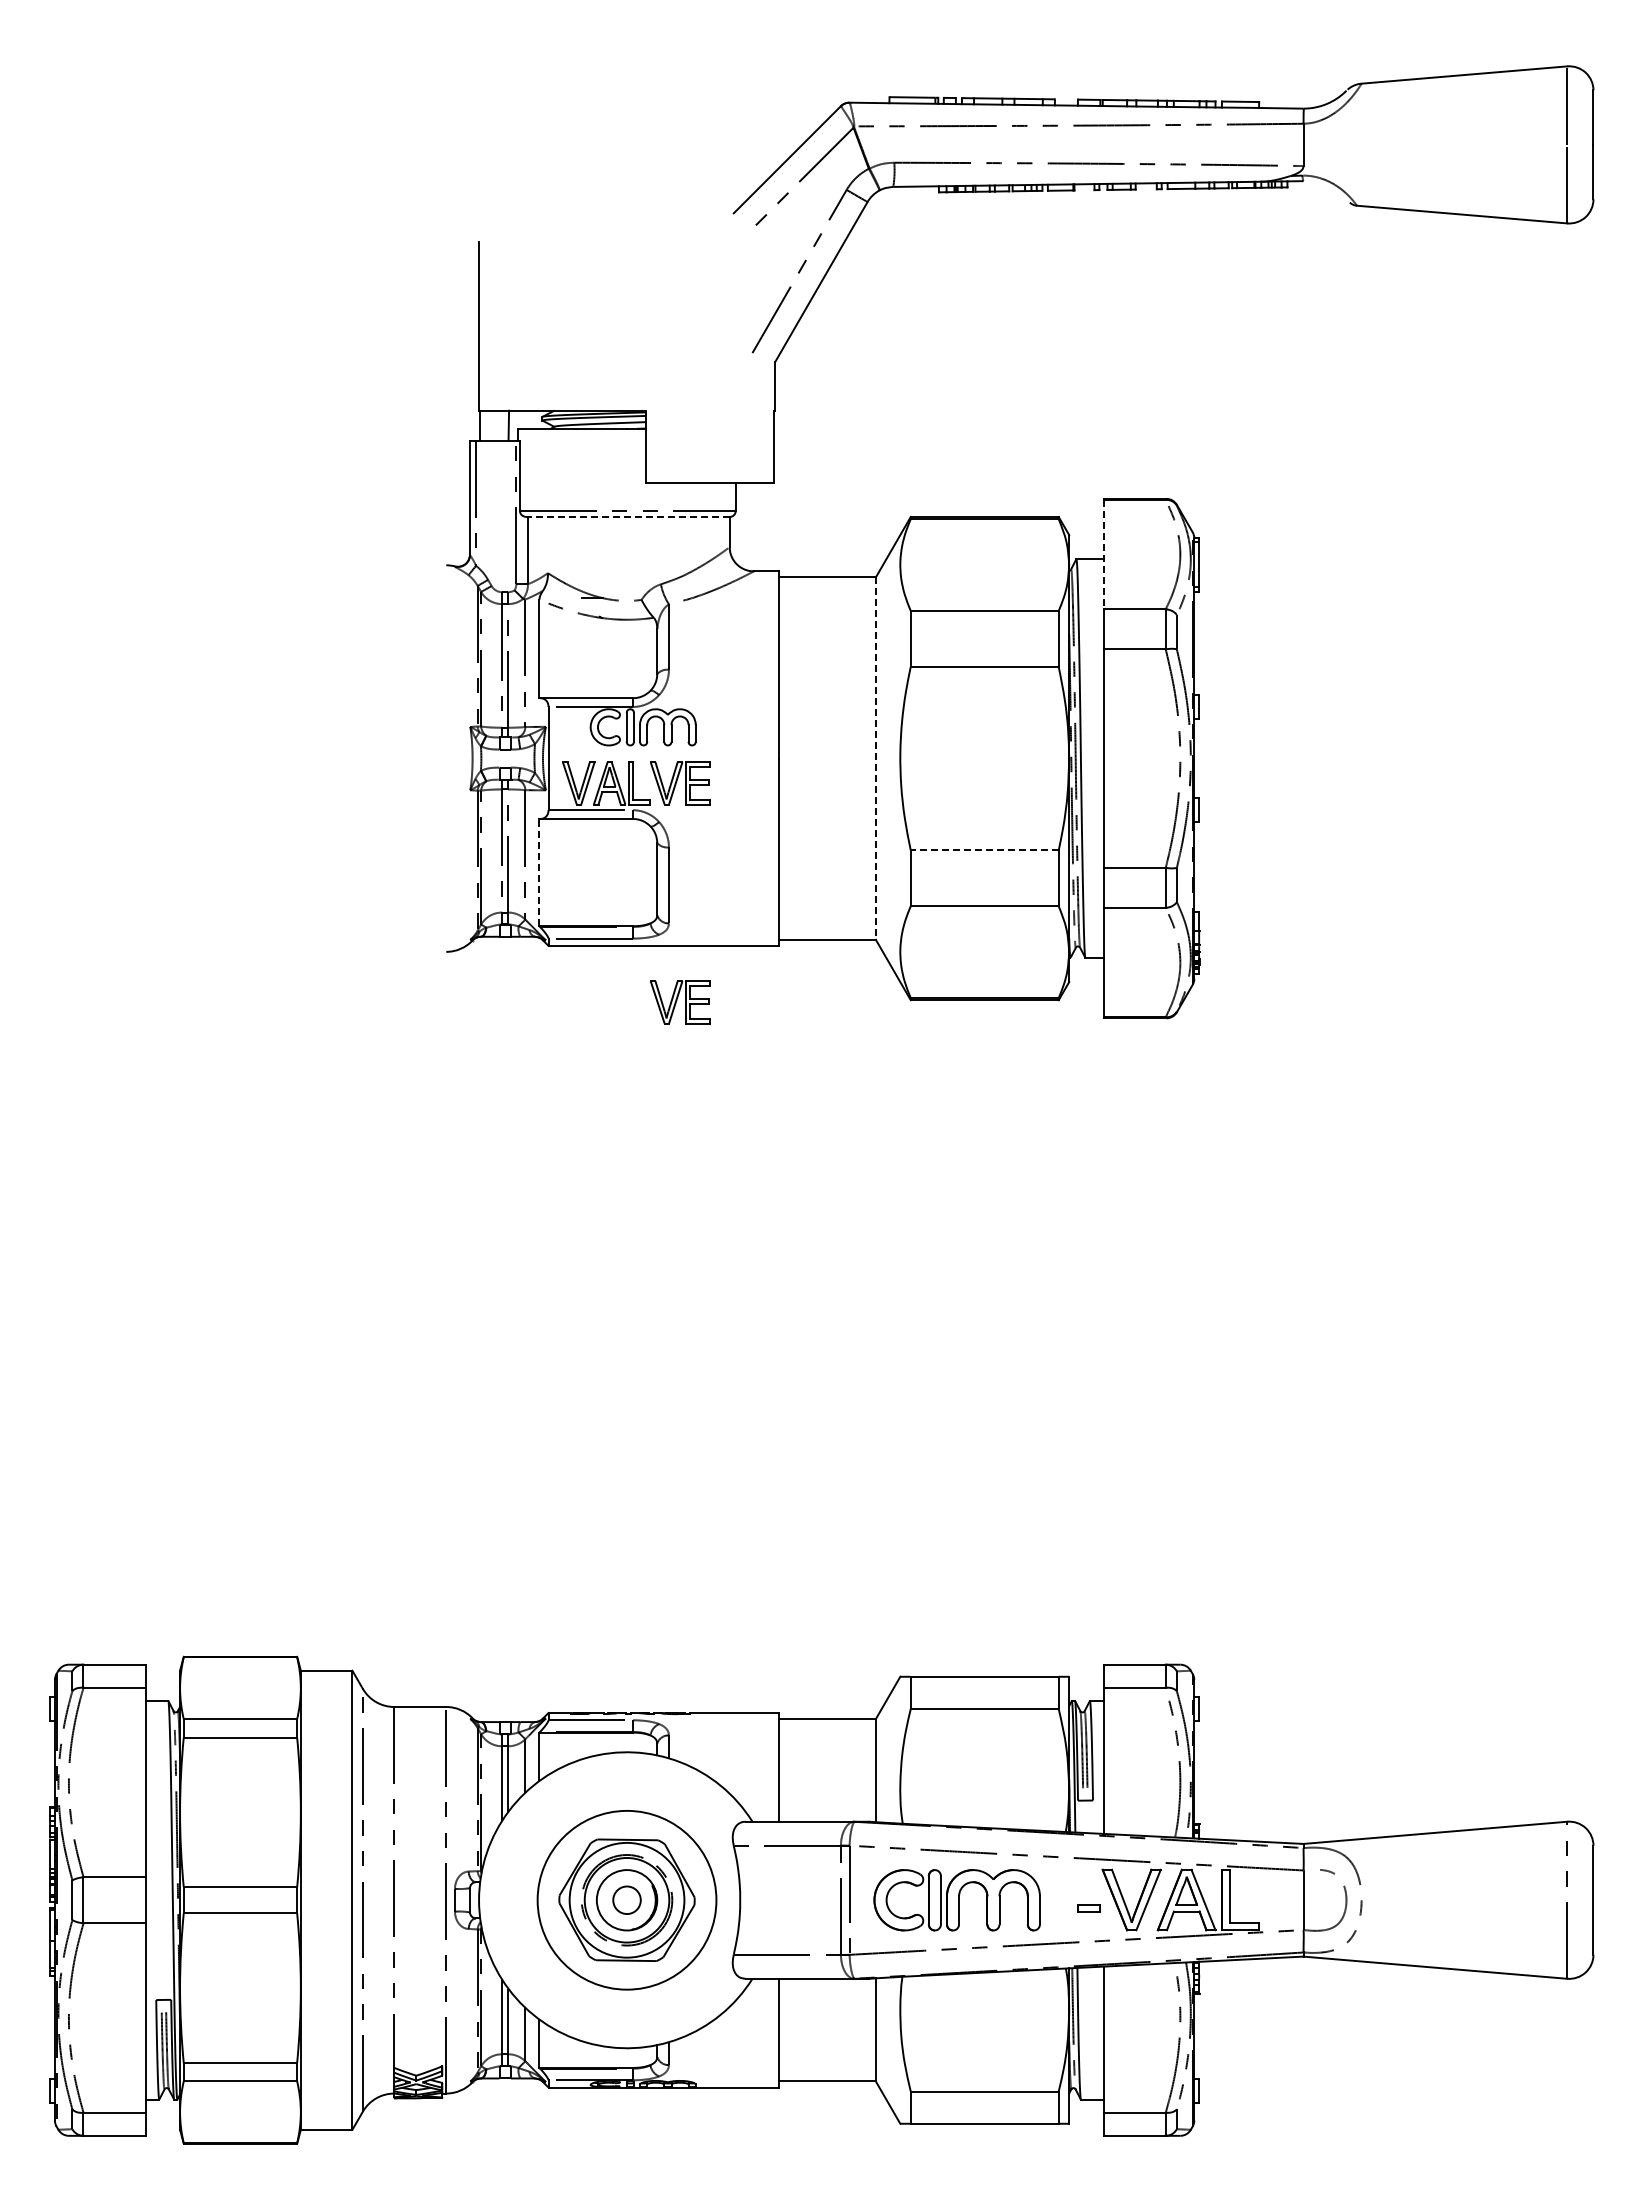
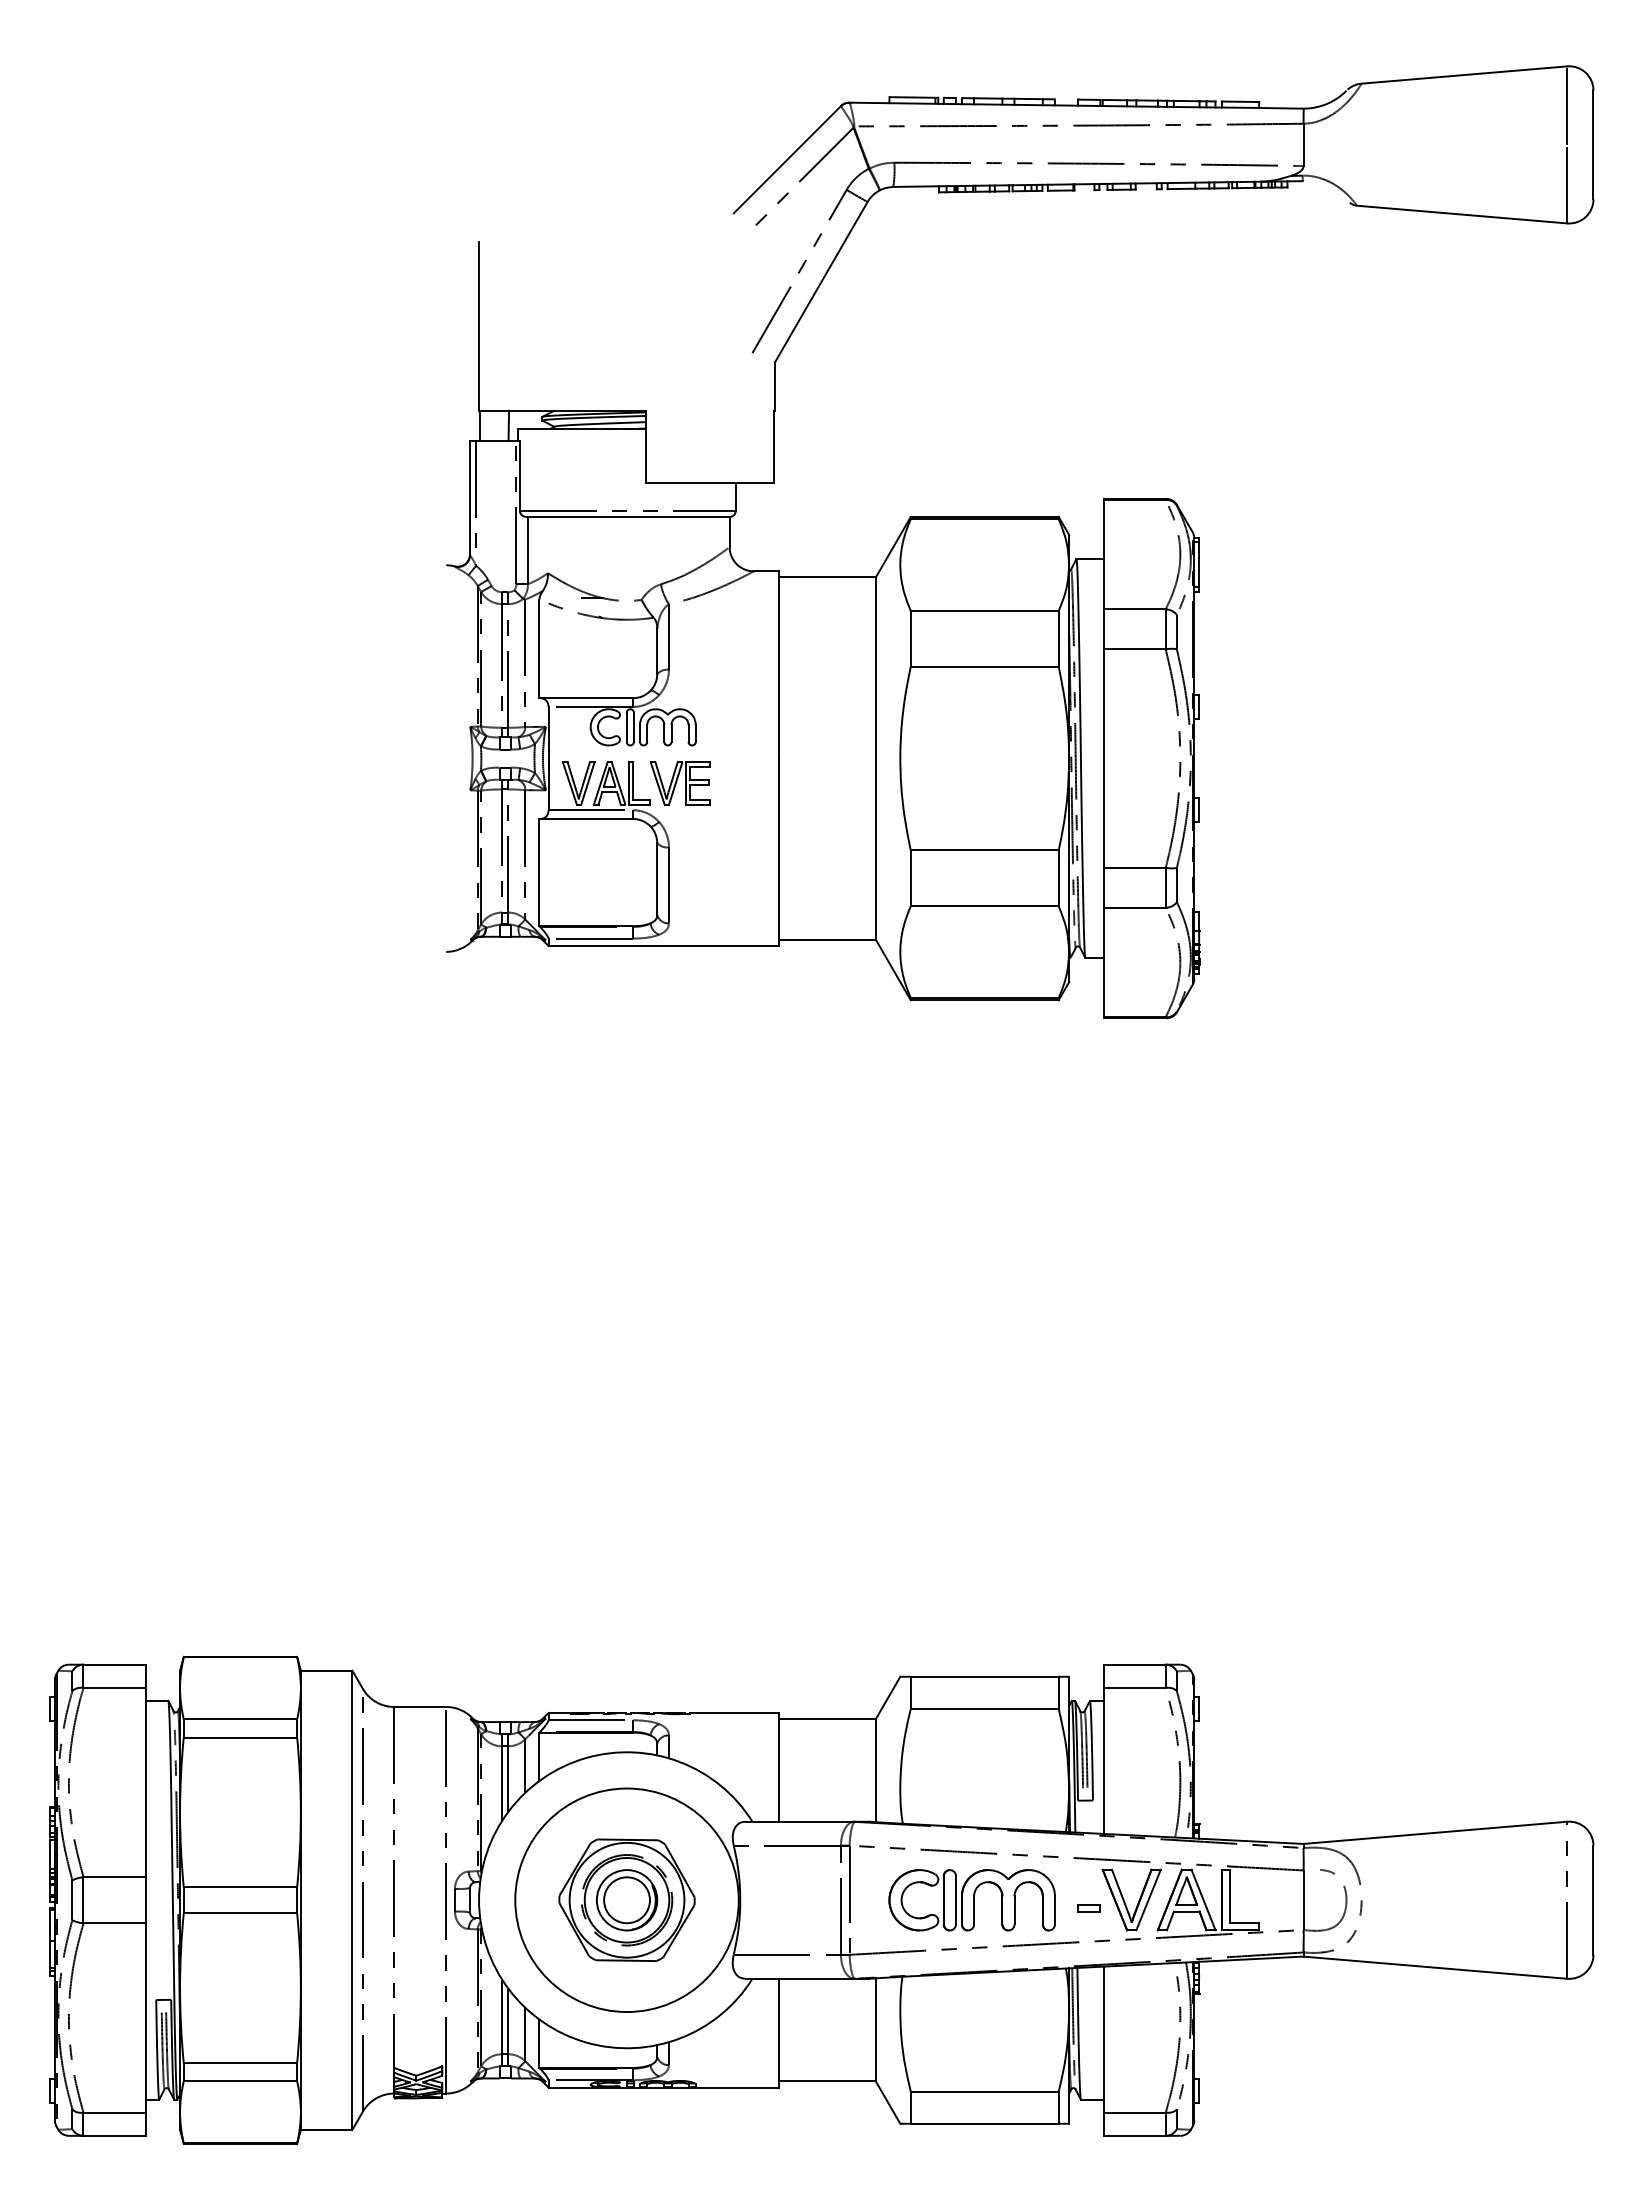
line at (628, 516): dashed -> solid
line at (1103, 554): dashed -> solid
line at (875, 759): dashed -> solid
line at (984, 850): dashed -> solid
line at (539, 872): dashed -> solid
part at (680, 1002): present -> none
circle at (626, 1899) diameter: 179 px -> 223 px
circle at (626, 1900) diameter: 28 px -> 46 px
part at (956, 1900) position: (956, 1900) -> (971, 1900)
